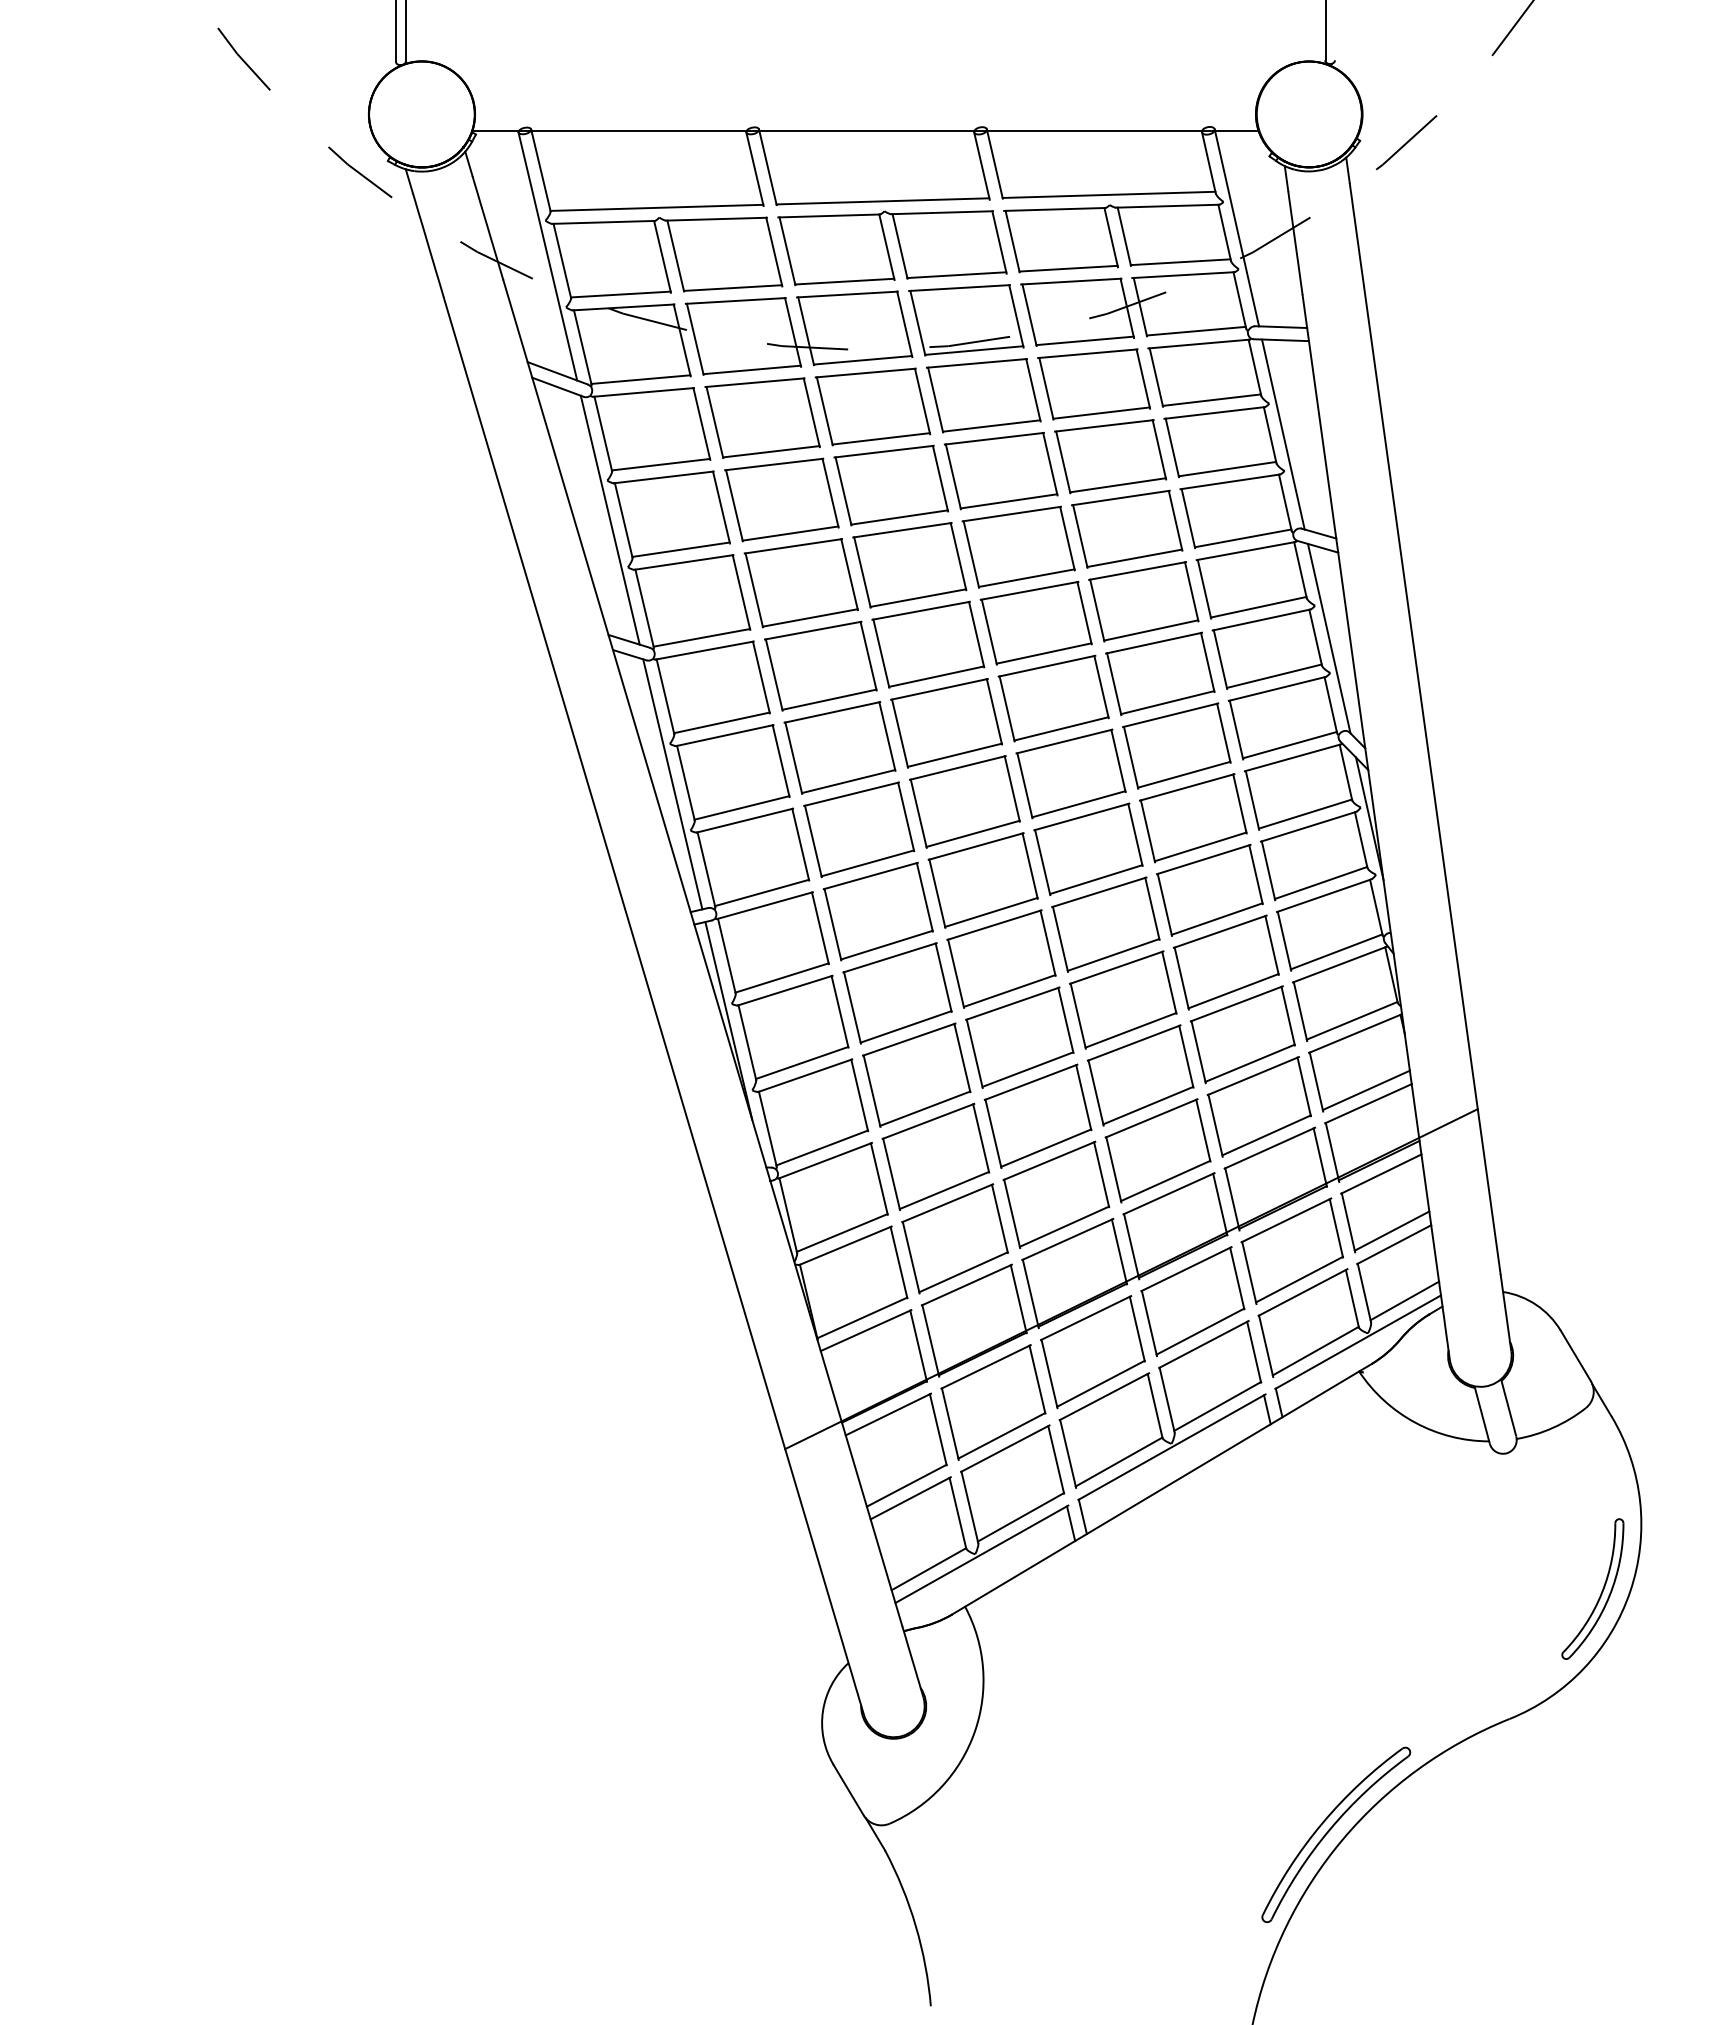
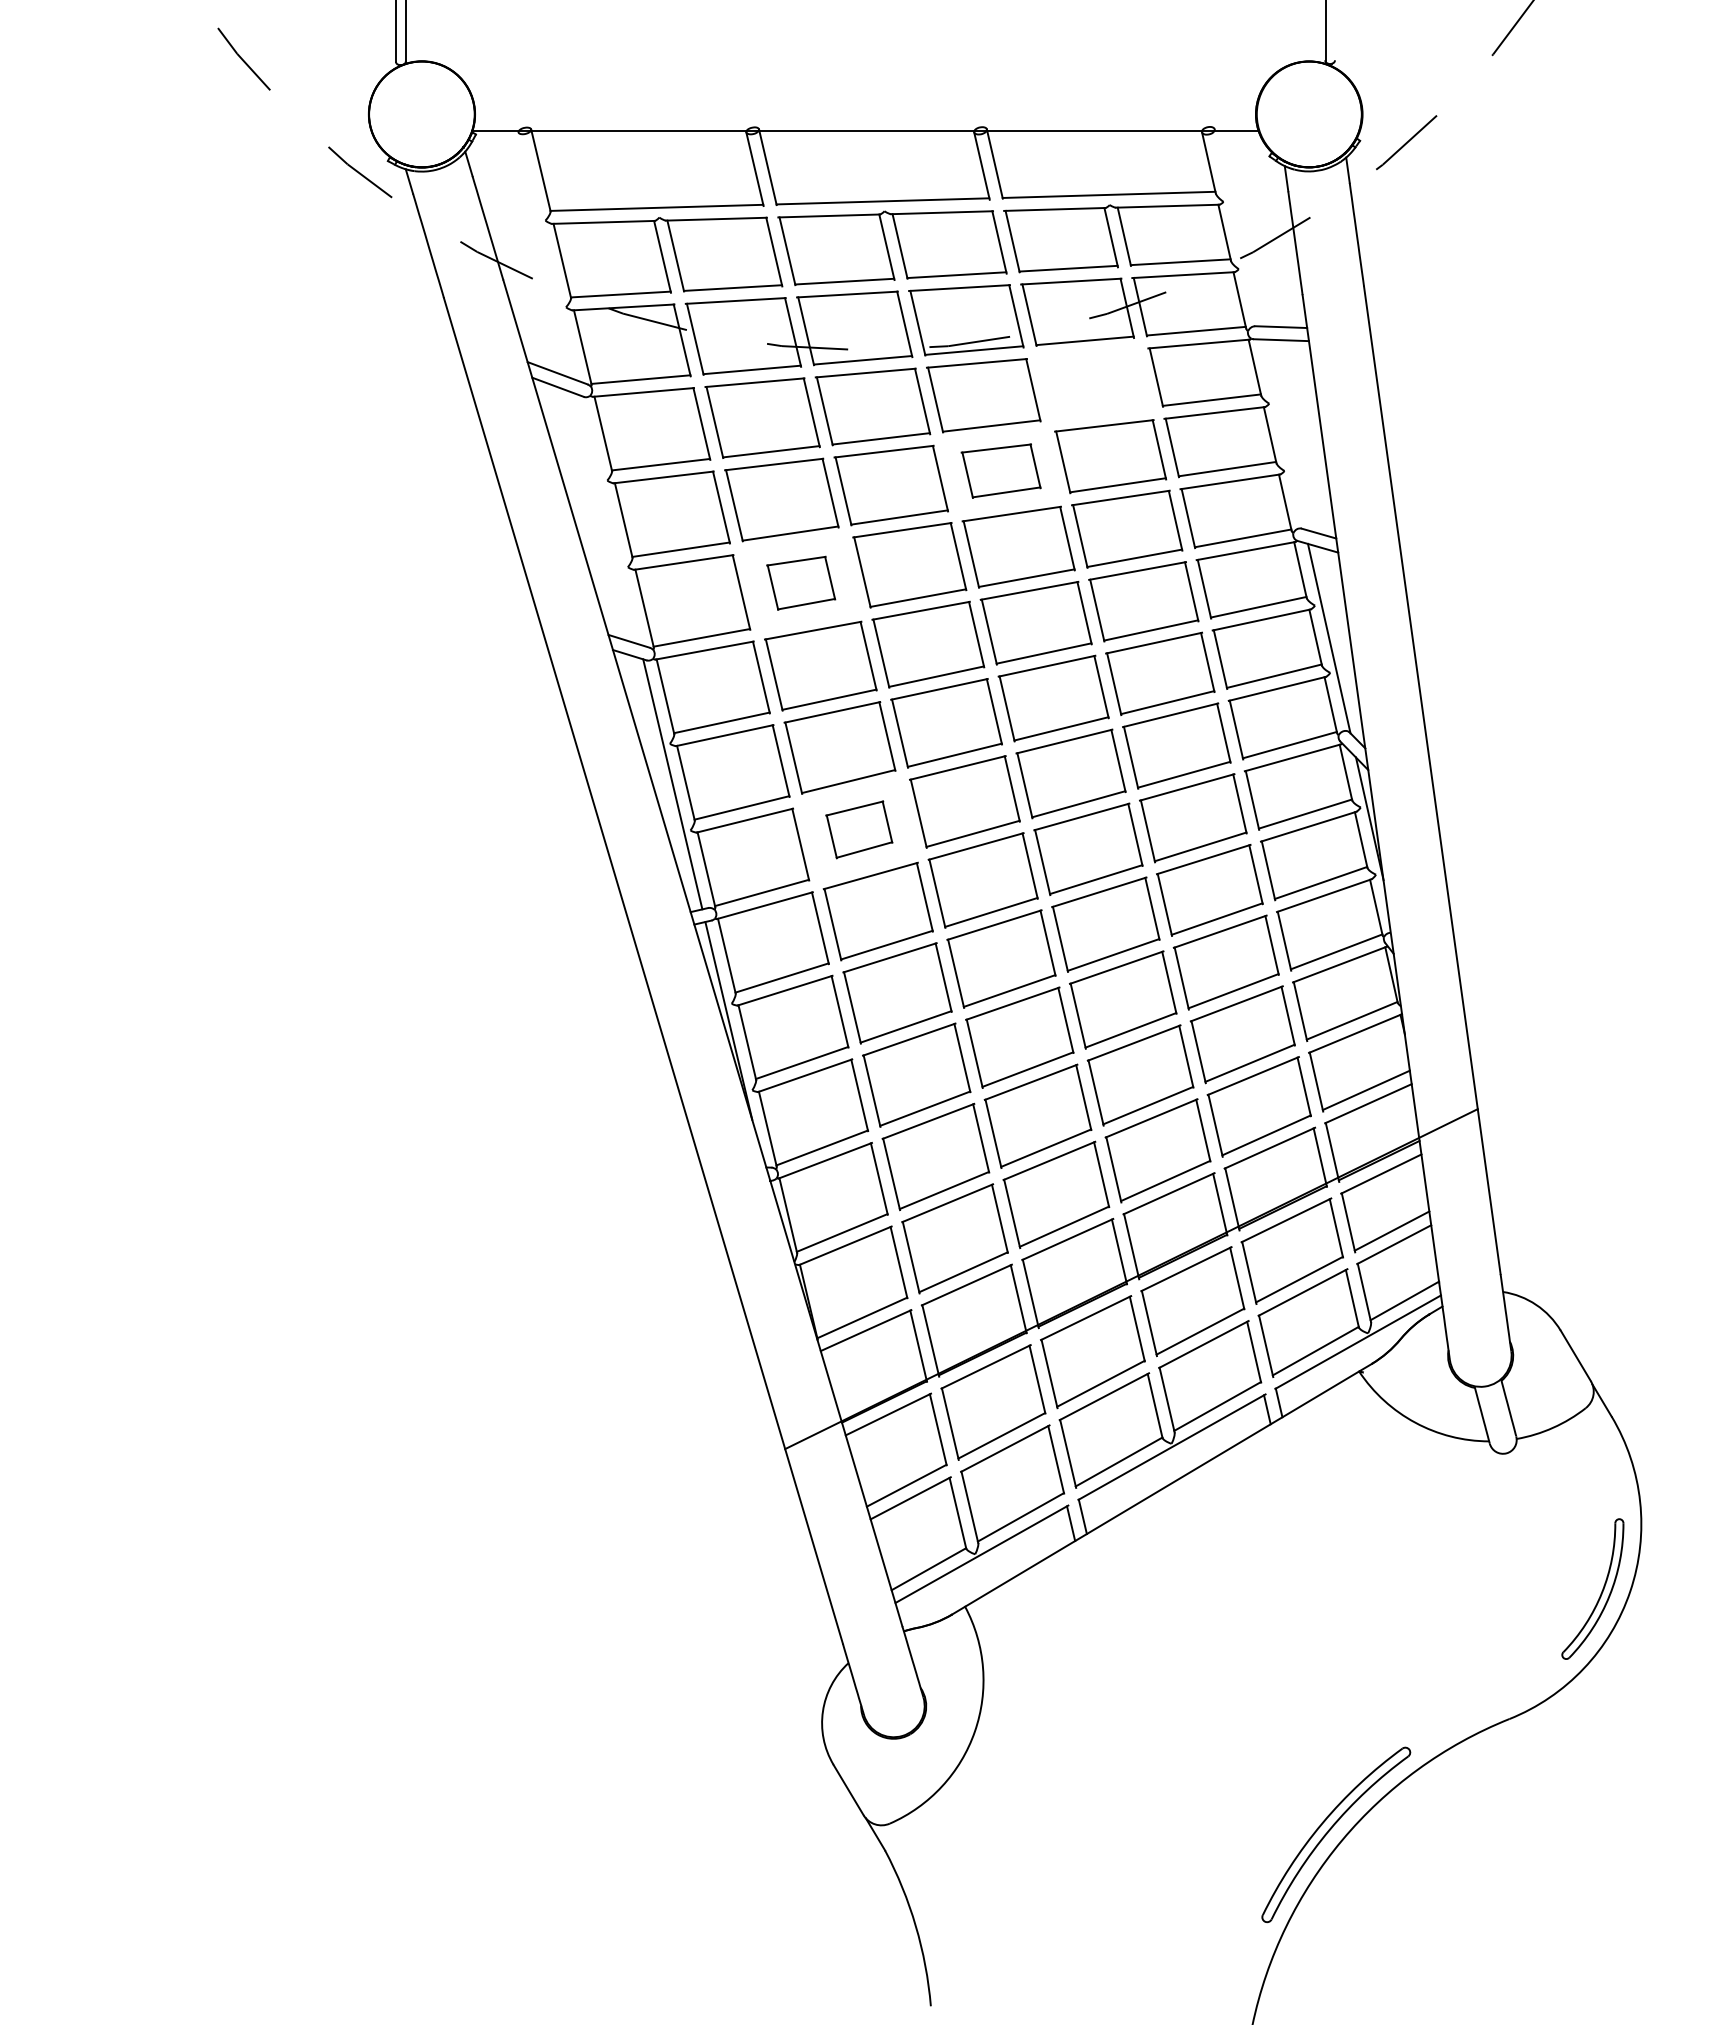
line at (1236, 227): present -> none
line at (547, 256): present -> none
part at (1093, 384): present -> none
line at (1283, 434): present -> none
part at (1000, 471) size: 116x79 px -> 82x56 px
line at (609, 519): present -> none
part at (800, 583) size: 116x91 px -> 71x56 px
part at (859, 829) size: 113x98 px -> 69x60 px
